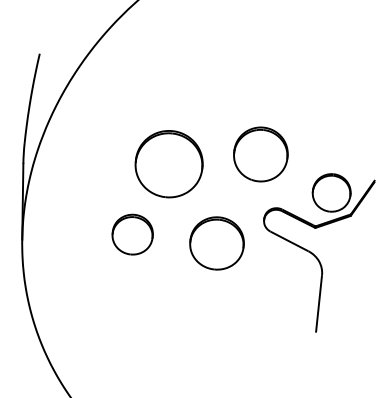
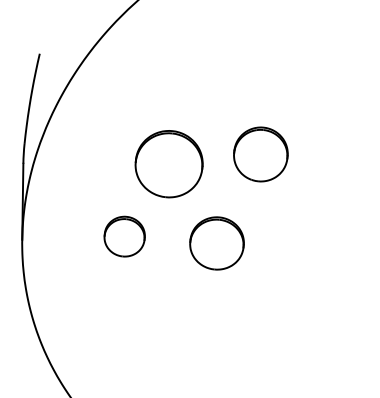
part at (132, 234) position: (132, 234) -> (124, 236)
part at (319, 252): present -> none
